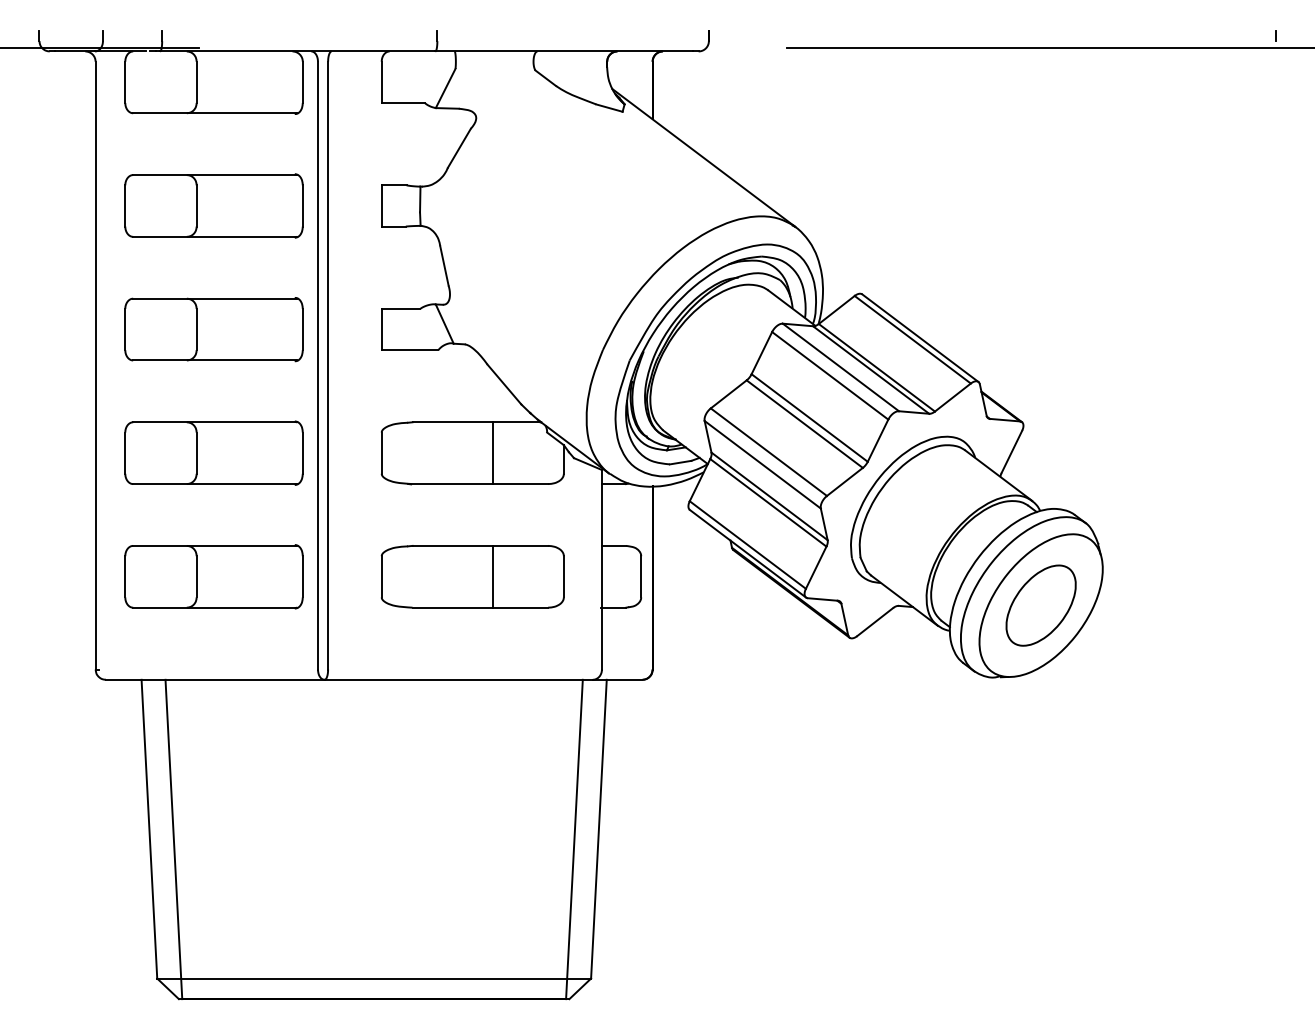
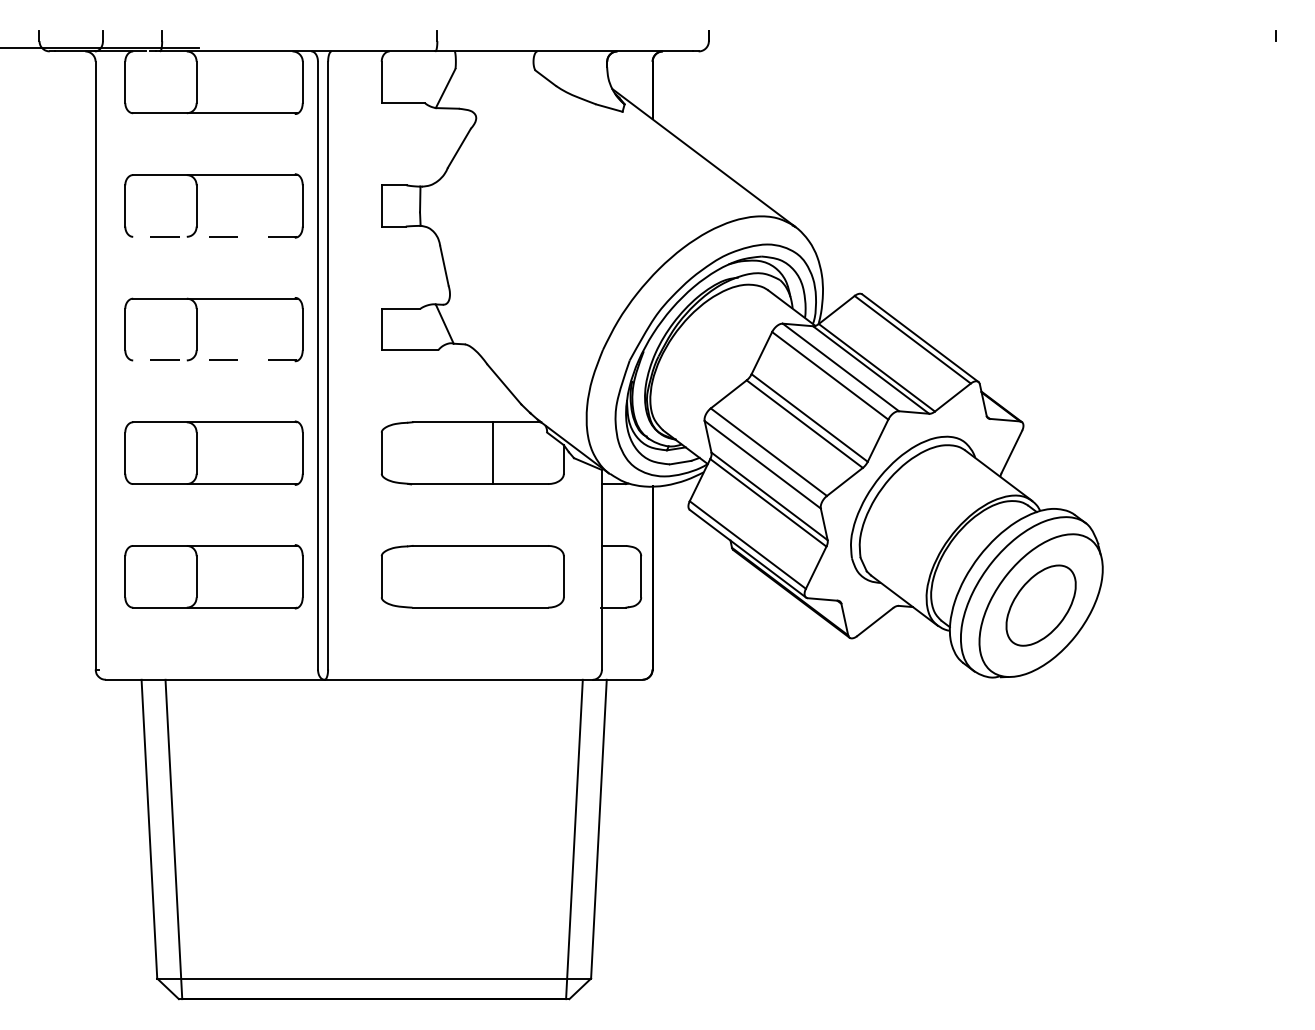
line at (1048, 47): present -> none
line at (214, 236): solid -> dashed
line at (214, 360): solid -> dashed
line at (492, 576): present -> none
